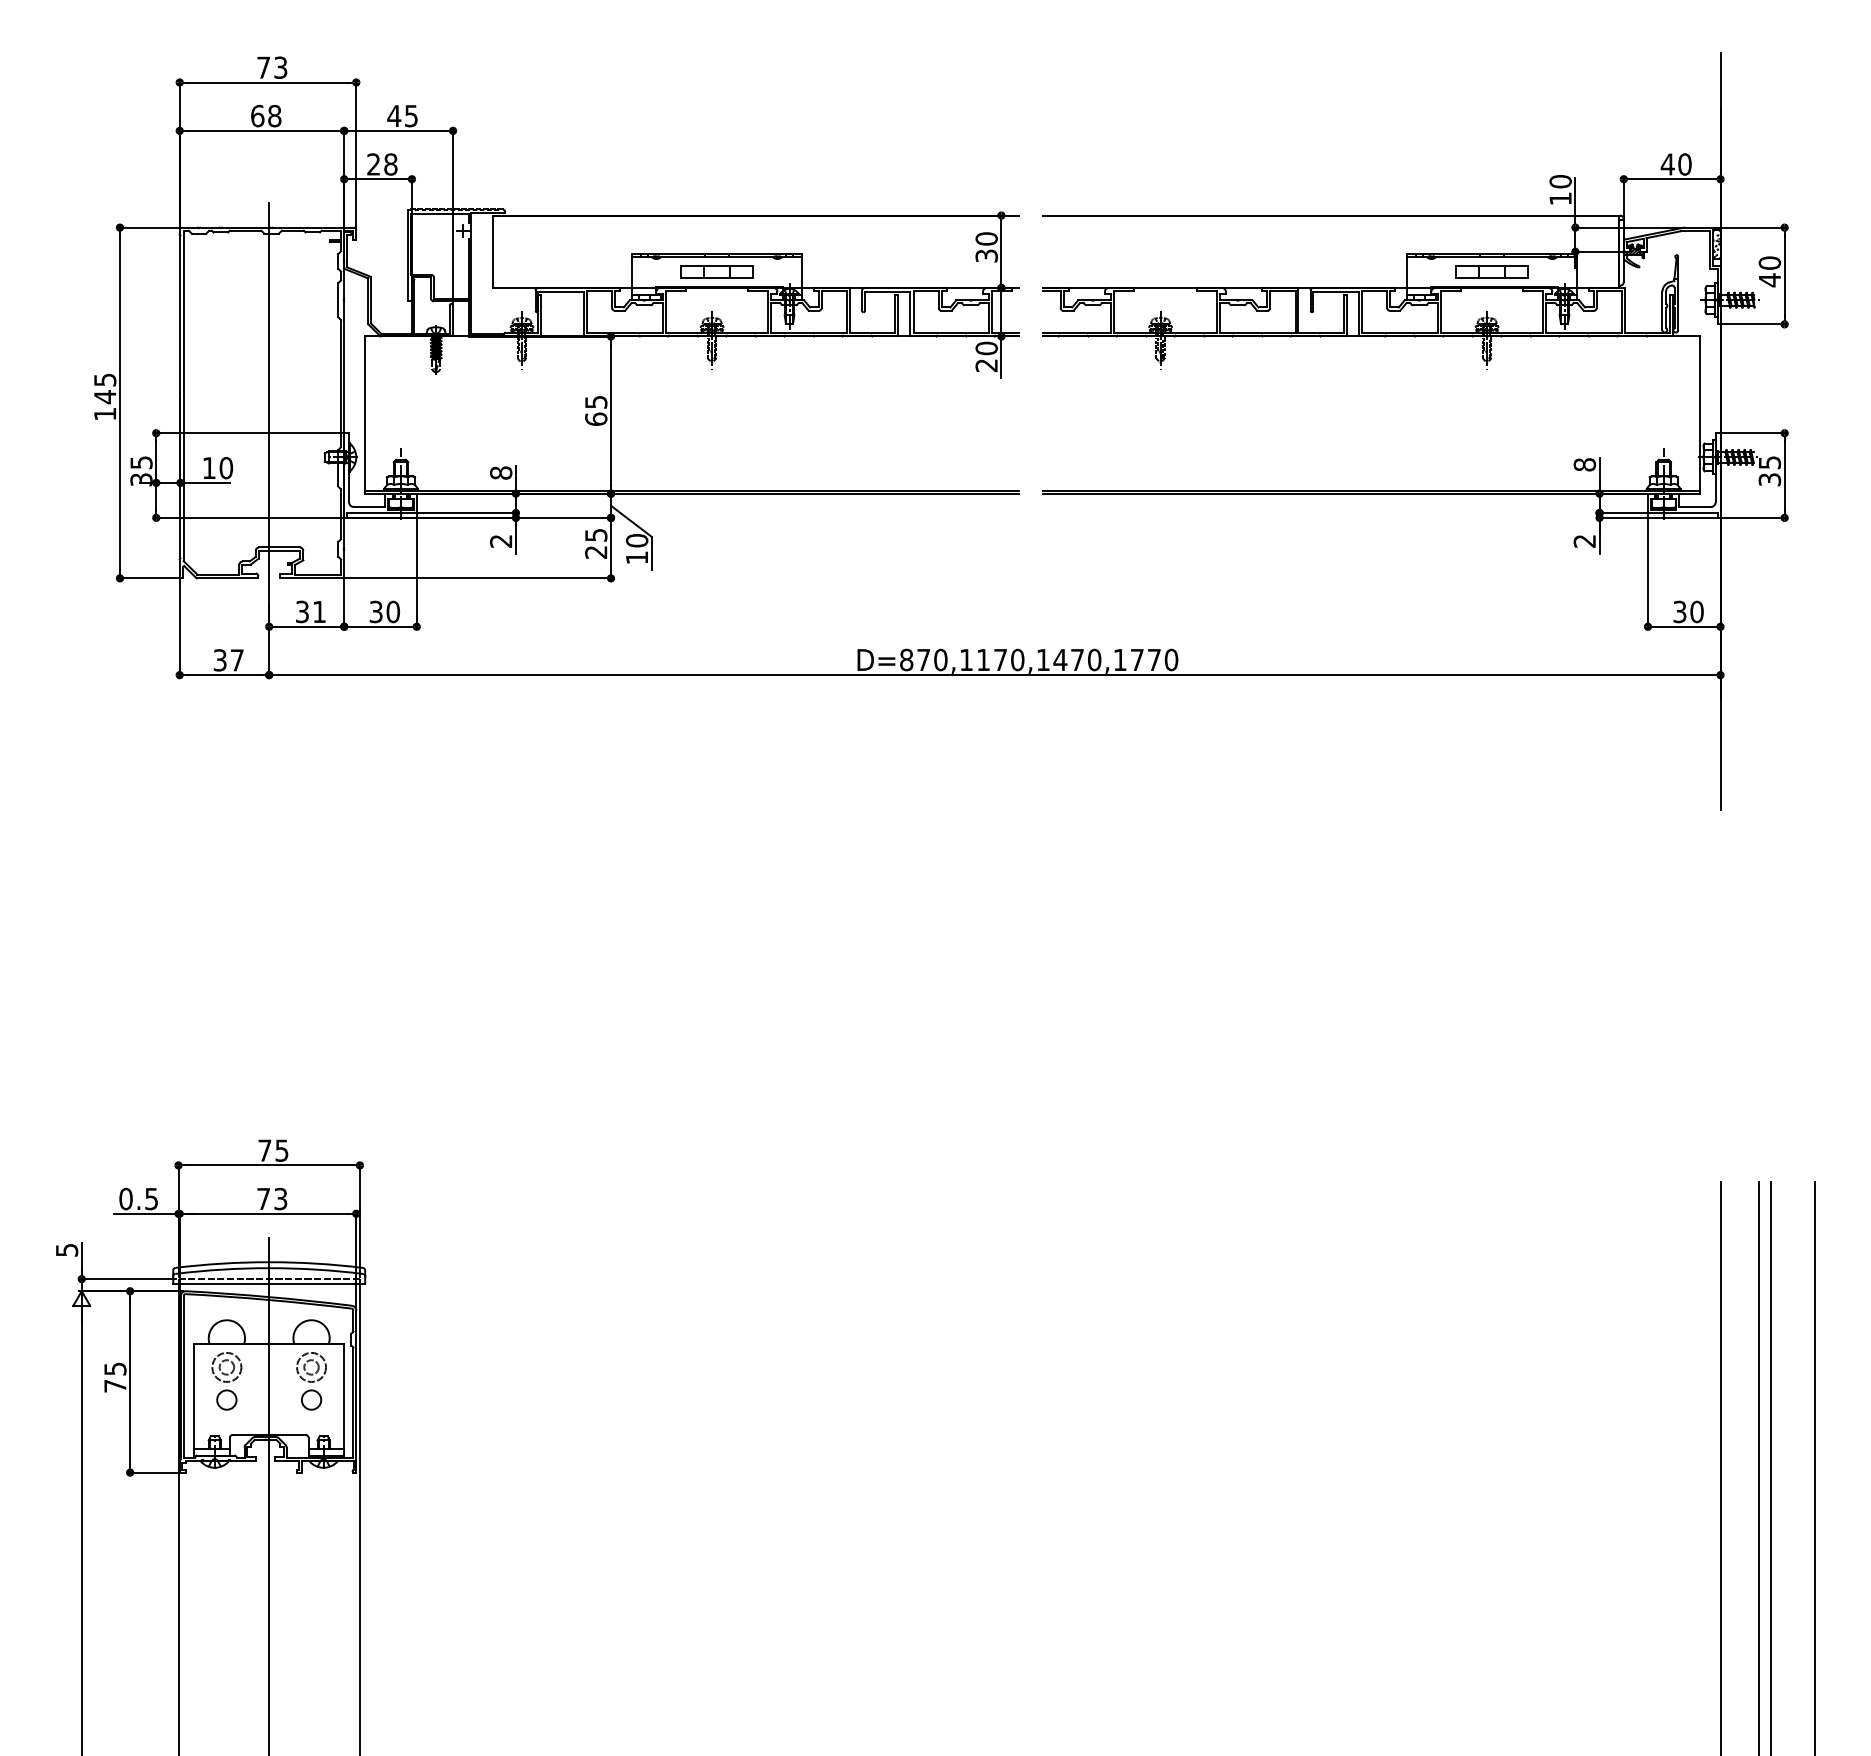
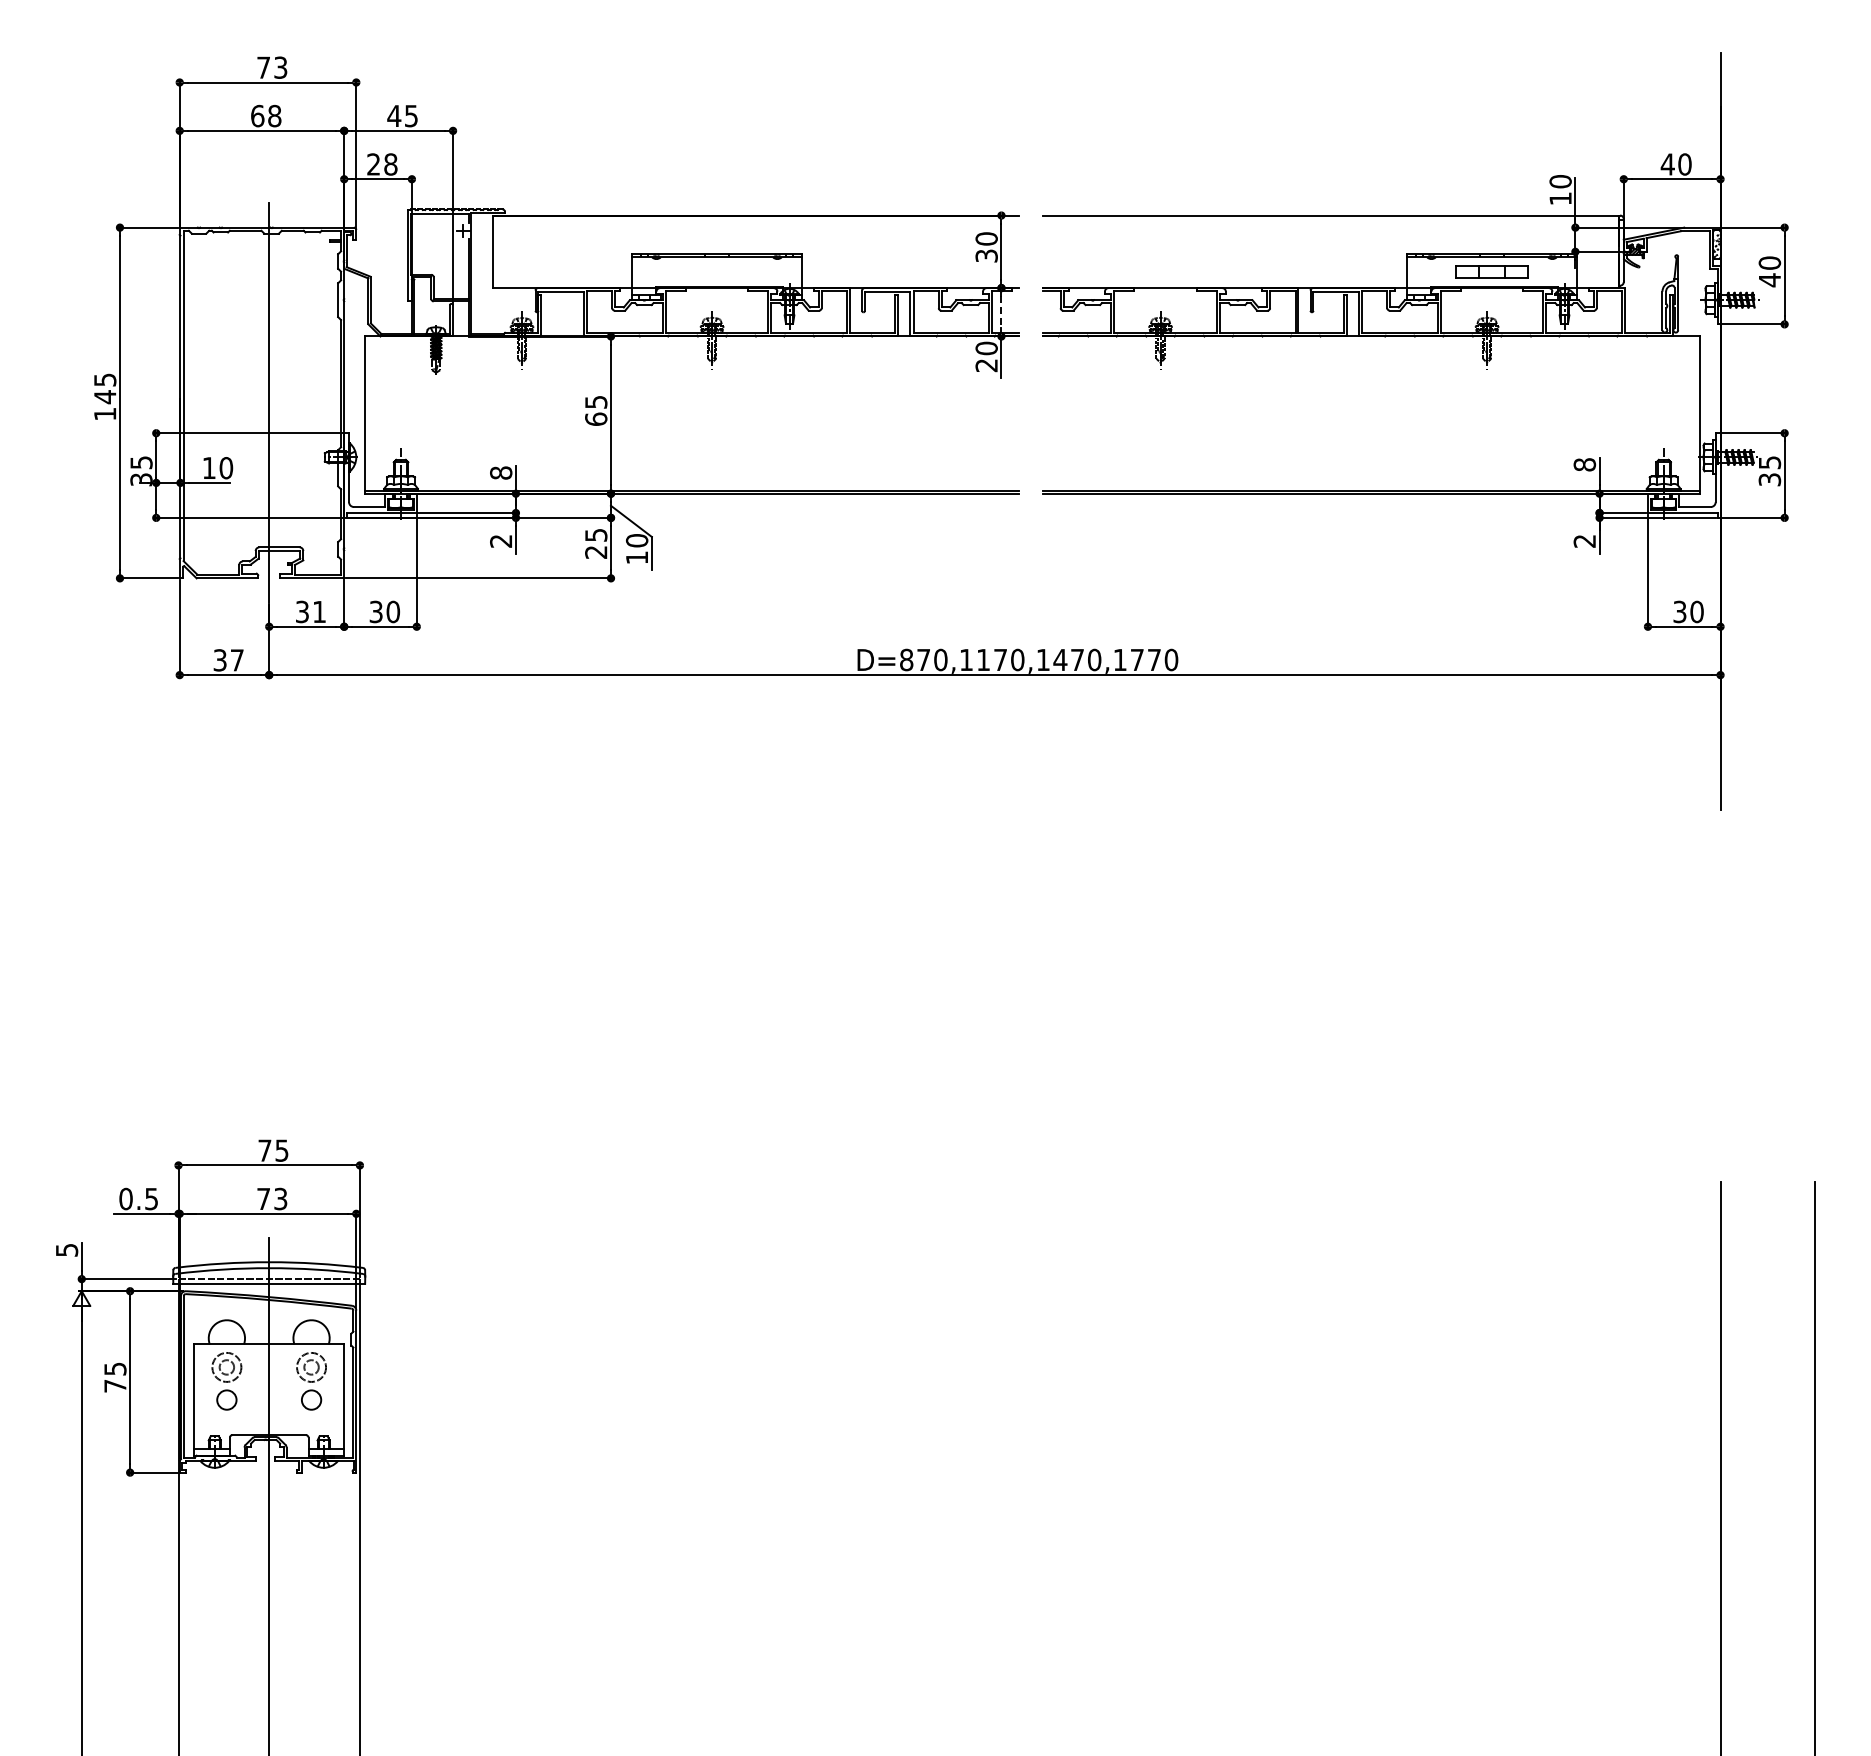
part at (716, 271): present -> none
line at (1001, 312): solid -> dashed
line at (1759, 1466): present -> none
line at (1771, 1466): present -> none
